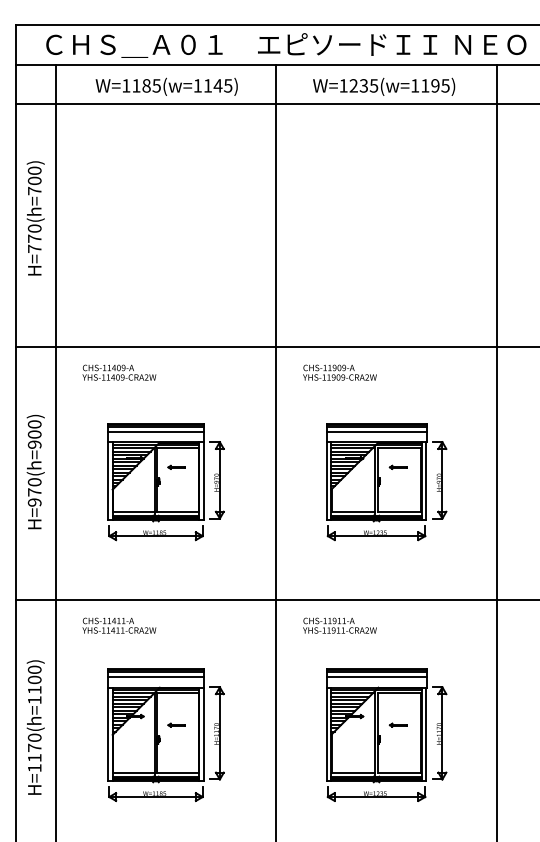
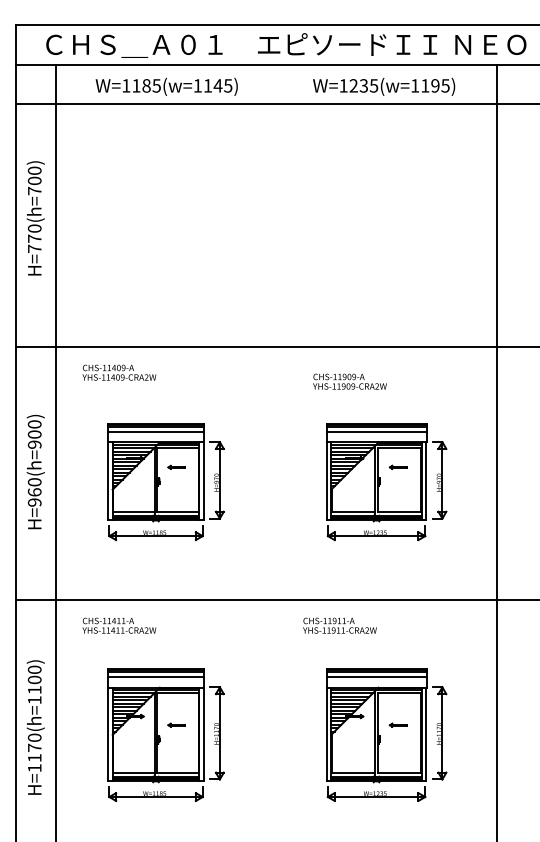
text at (339, 372) position: (339, 372) -> (349, 381)
line at (276, 451): present -> none
text at (34, 492): H=970(h=900) -> H=960(h=900)
